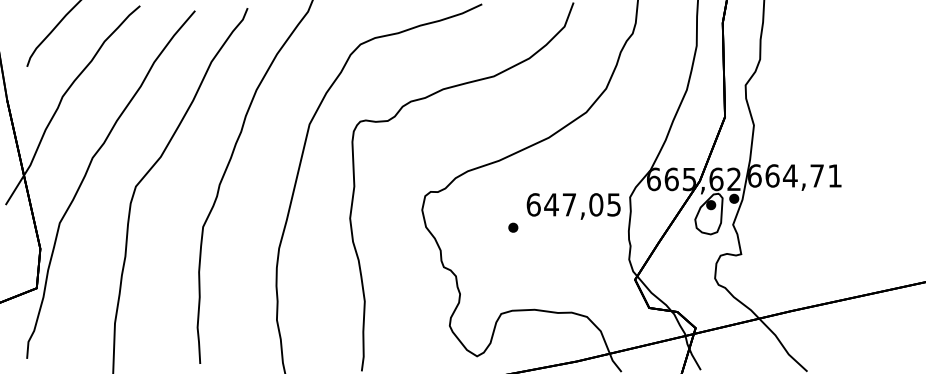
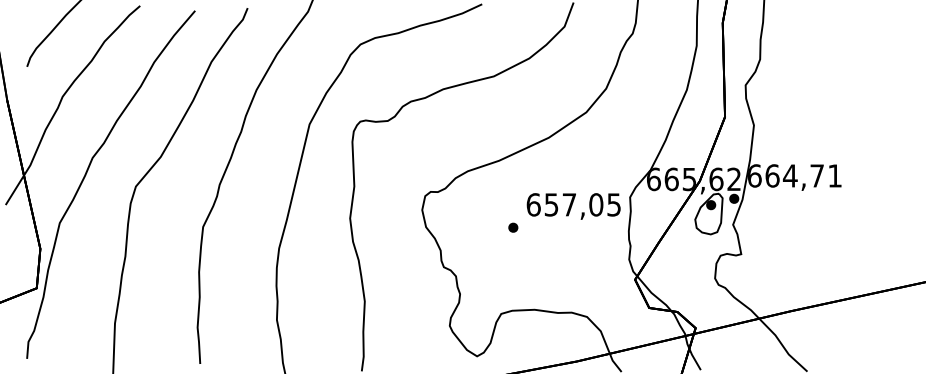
text at (551, 204): 647,05 -> 657,05
